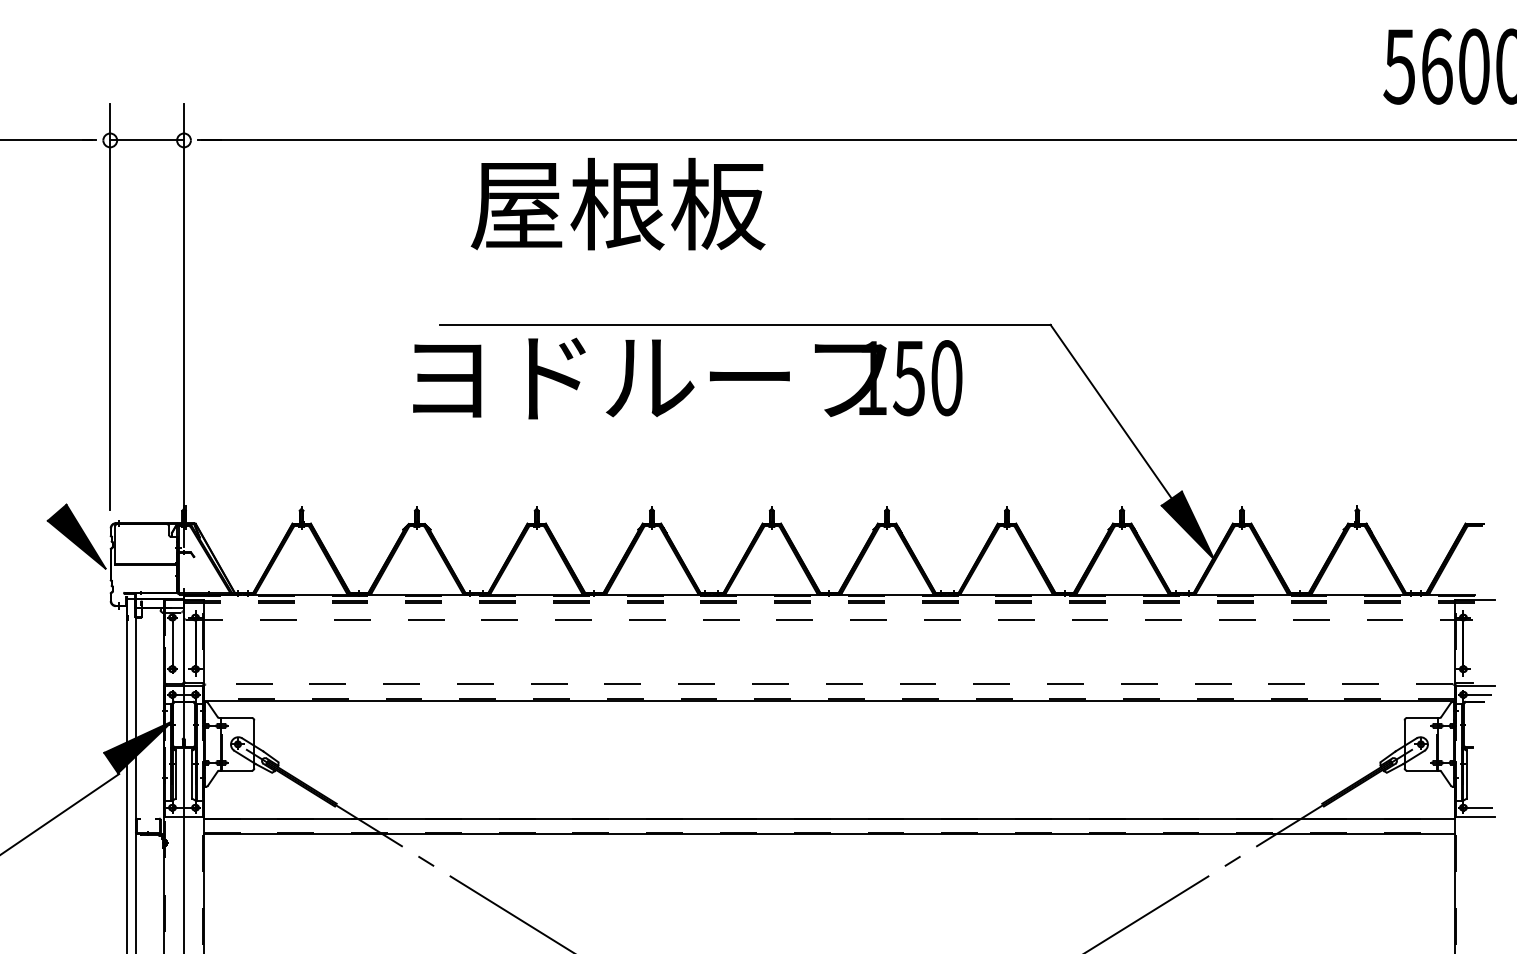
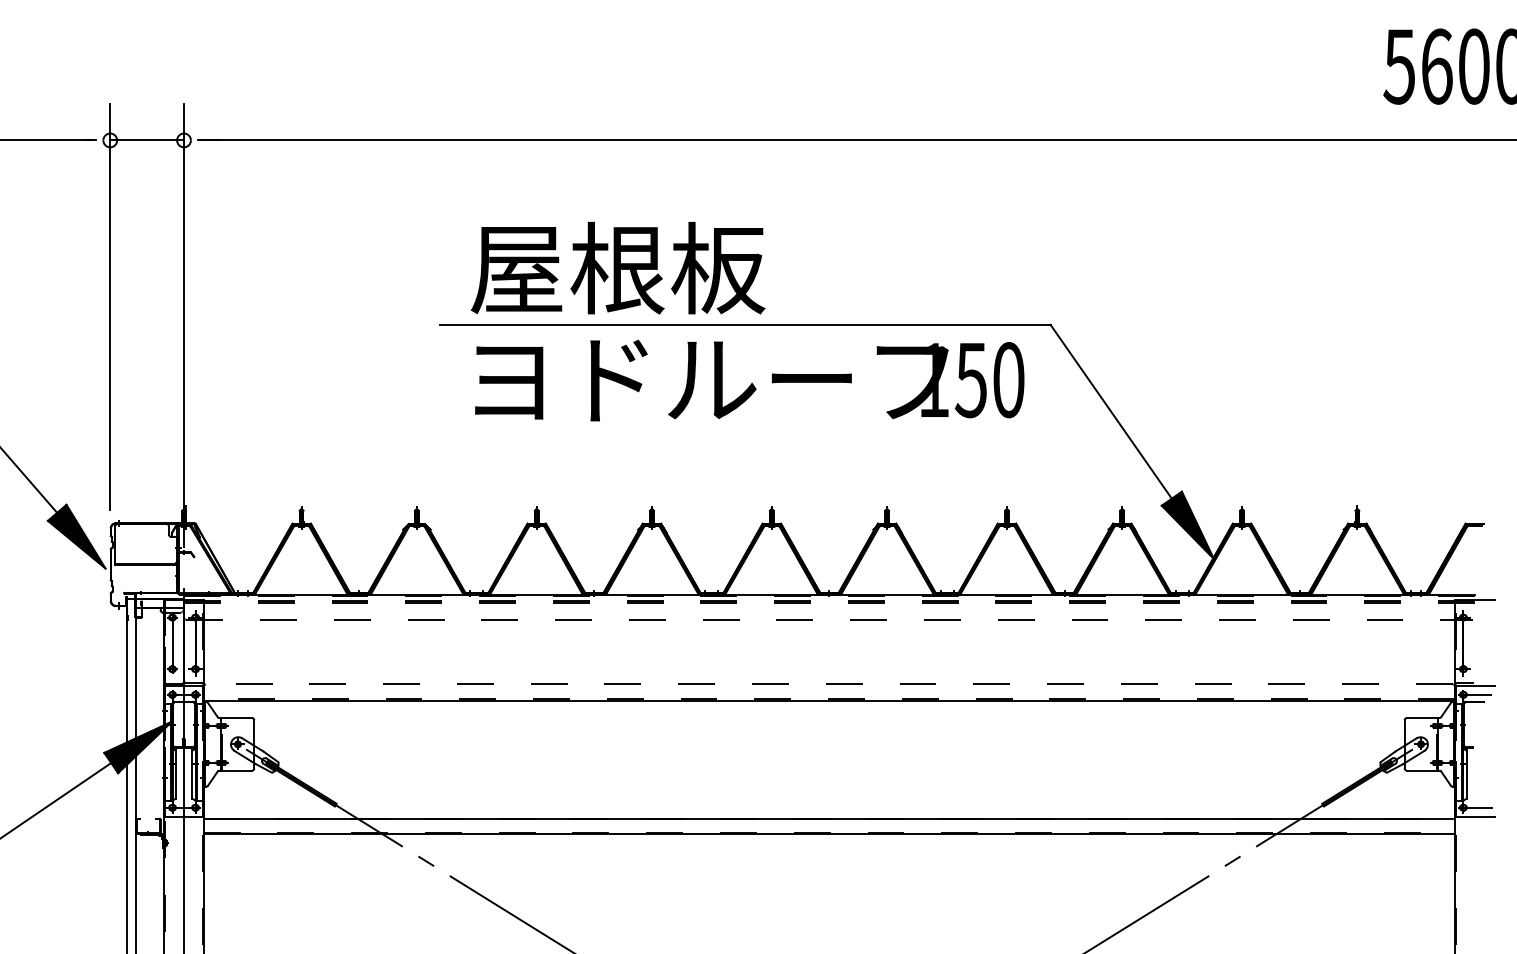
text at (617, 204) position: (617, 204) -> (617, 268)
text at (687, 378) position: (687, 378) -> (749, 380)
line at (29, 480): none -> present
line at (60, 813) position: (60, 813) -> (56, 800)
